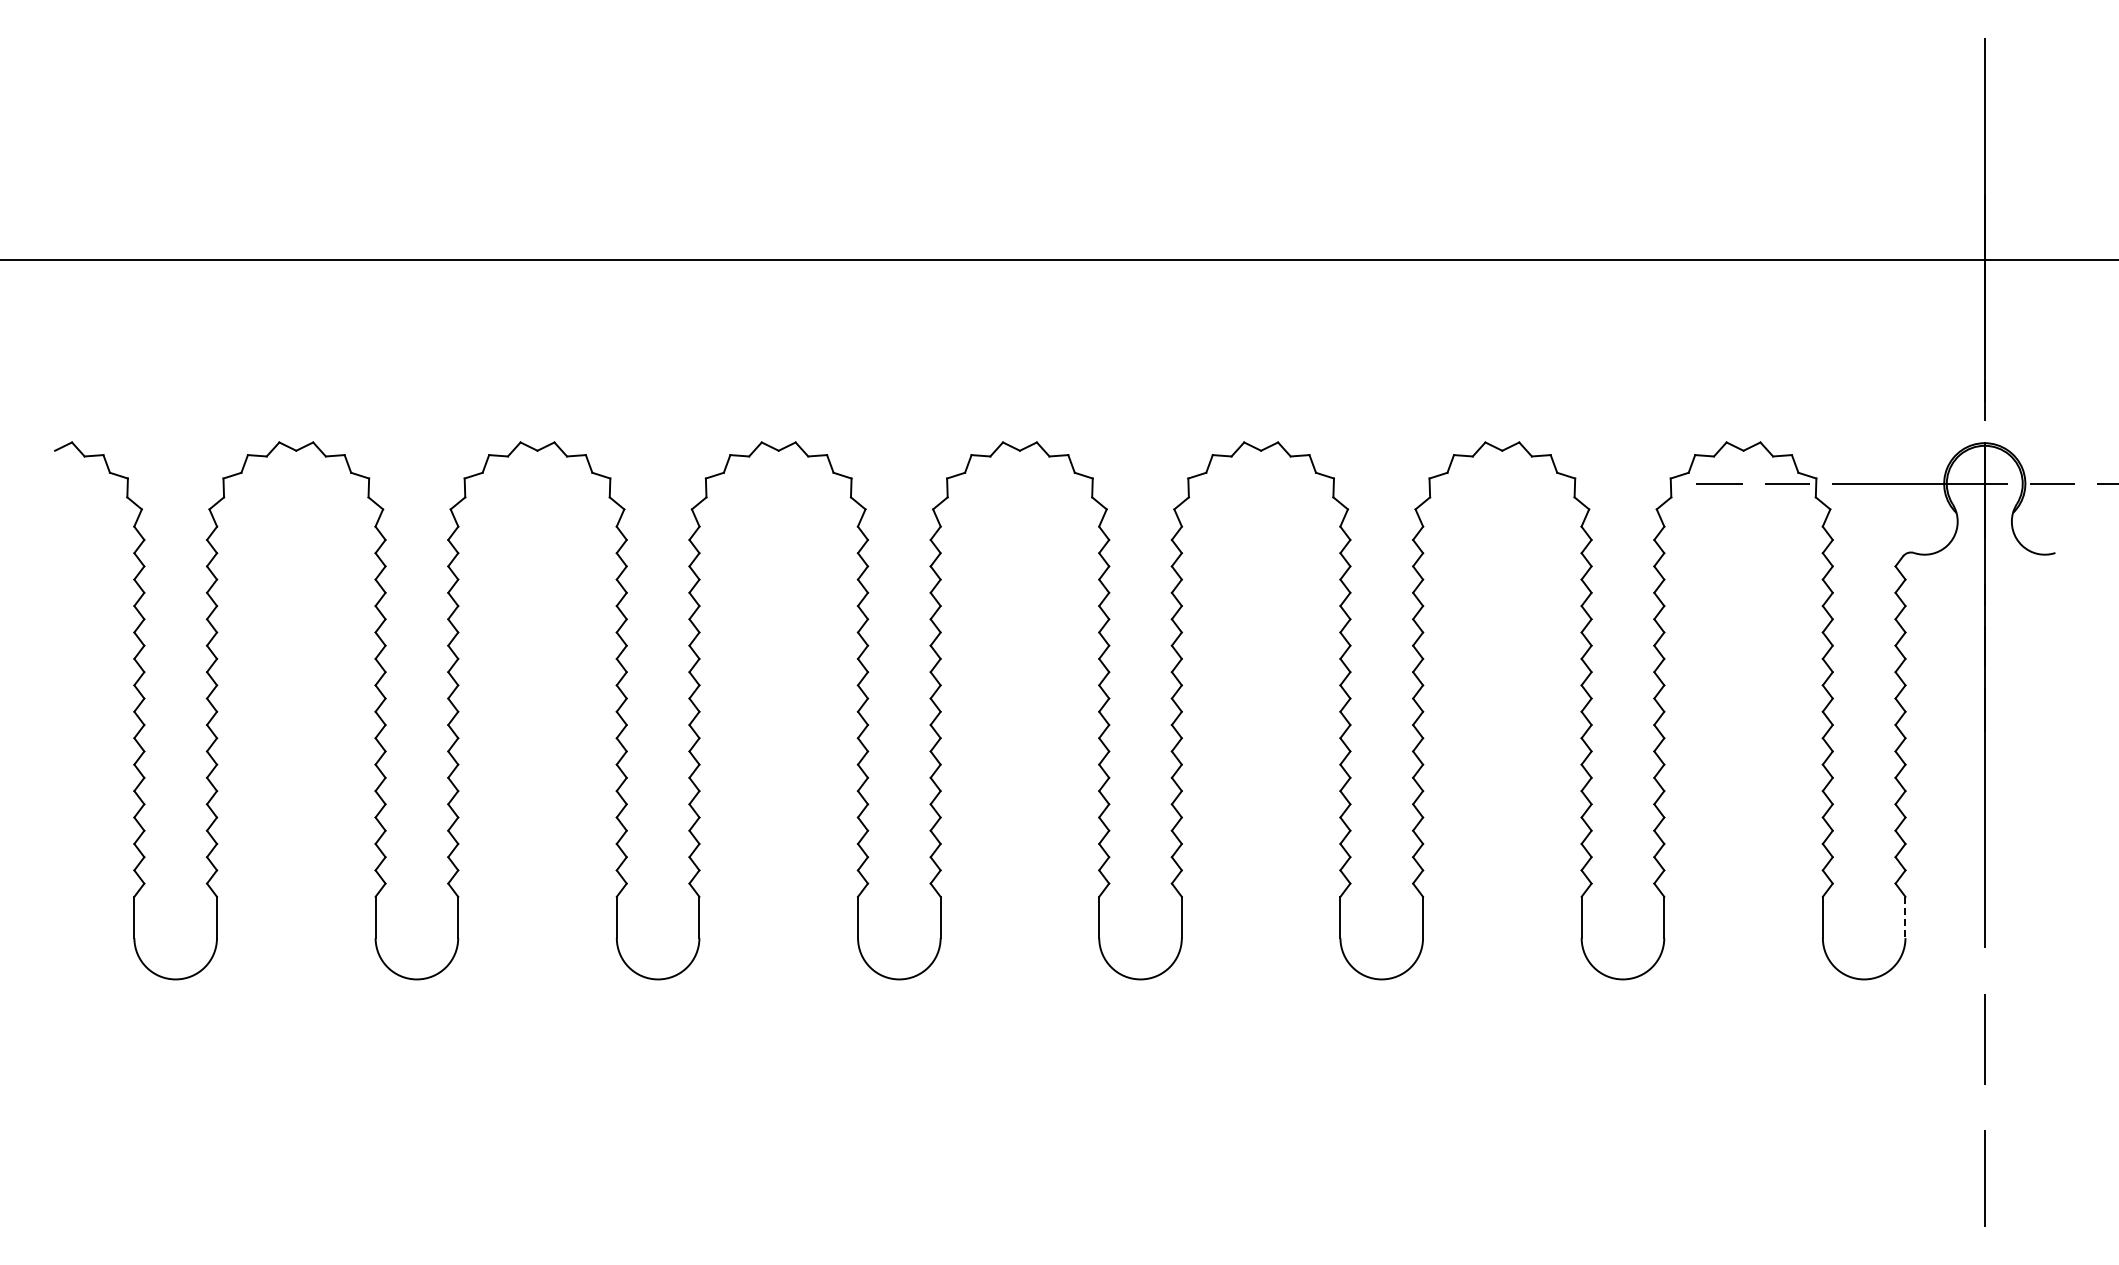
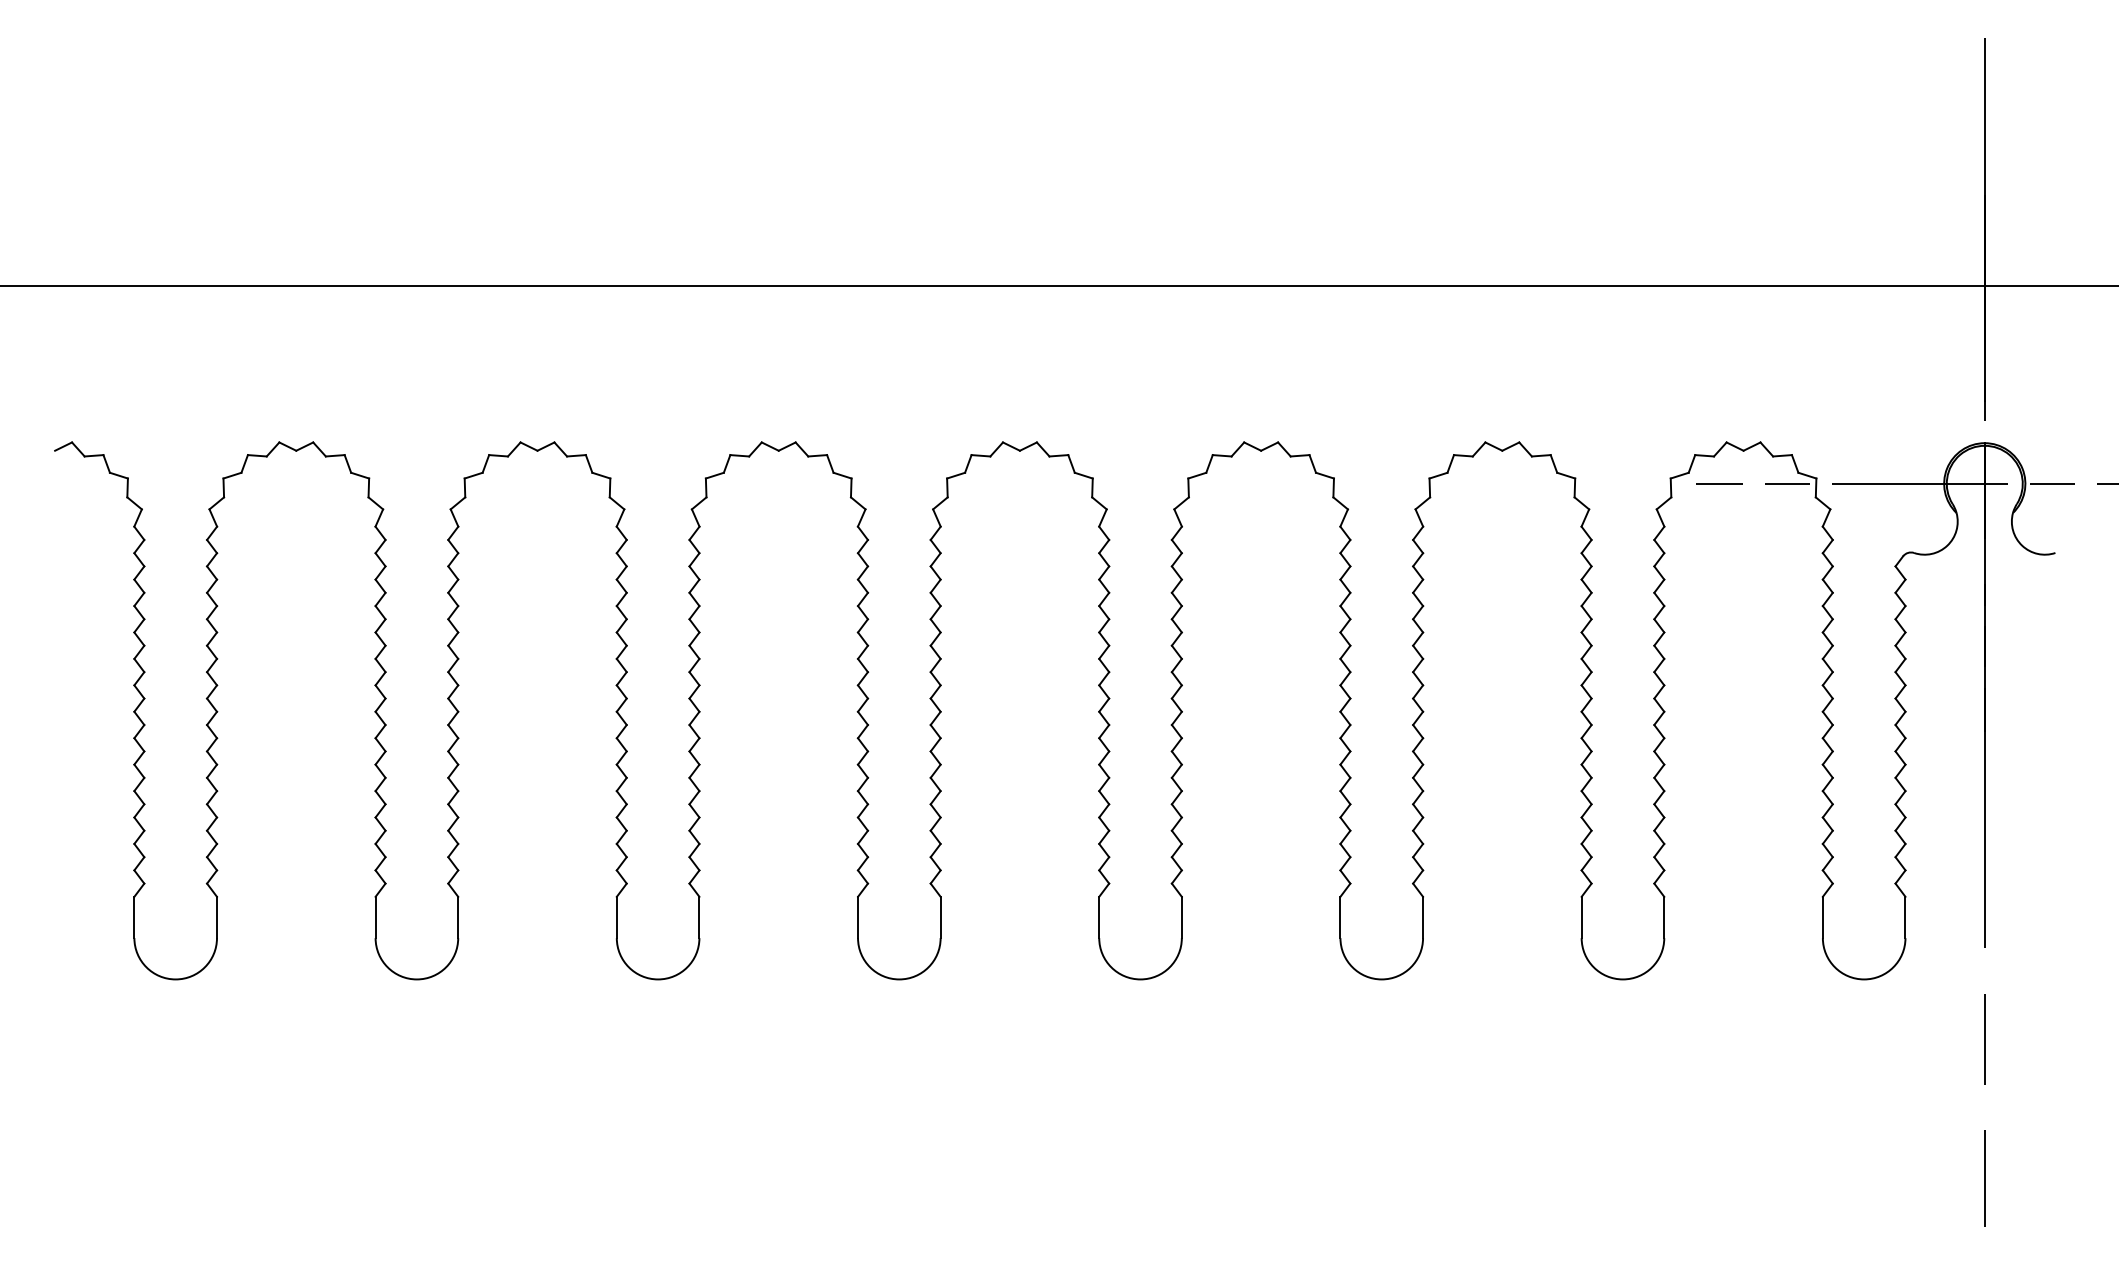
line at (1058, 259) position: (1058, 259) -> (1058, 285)
line at (1905, 917): dashed -> solid
